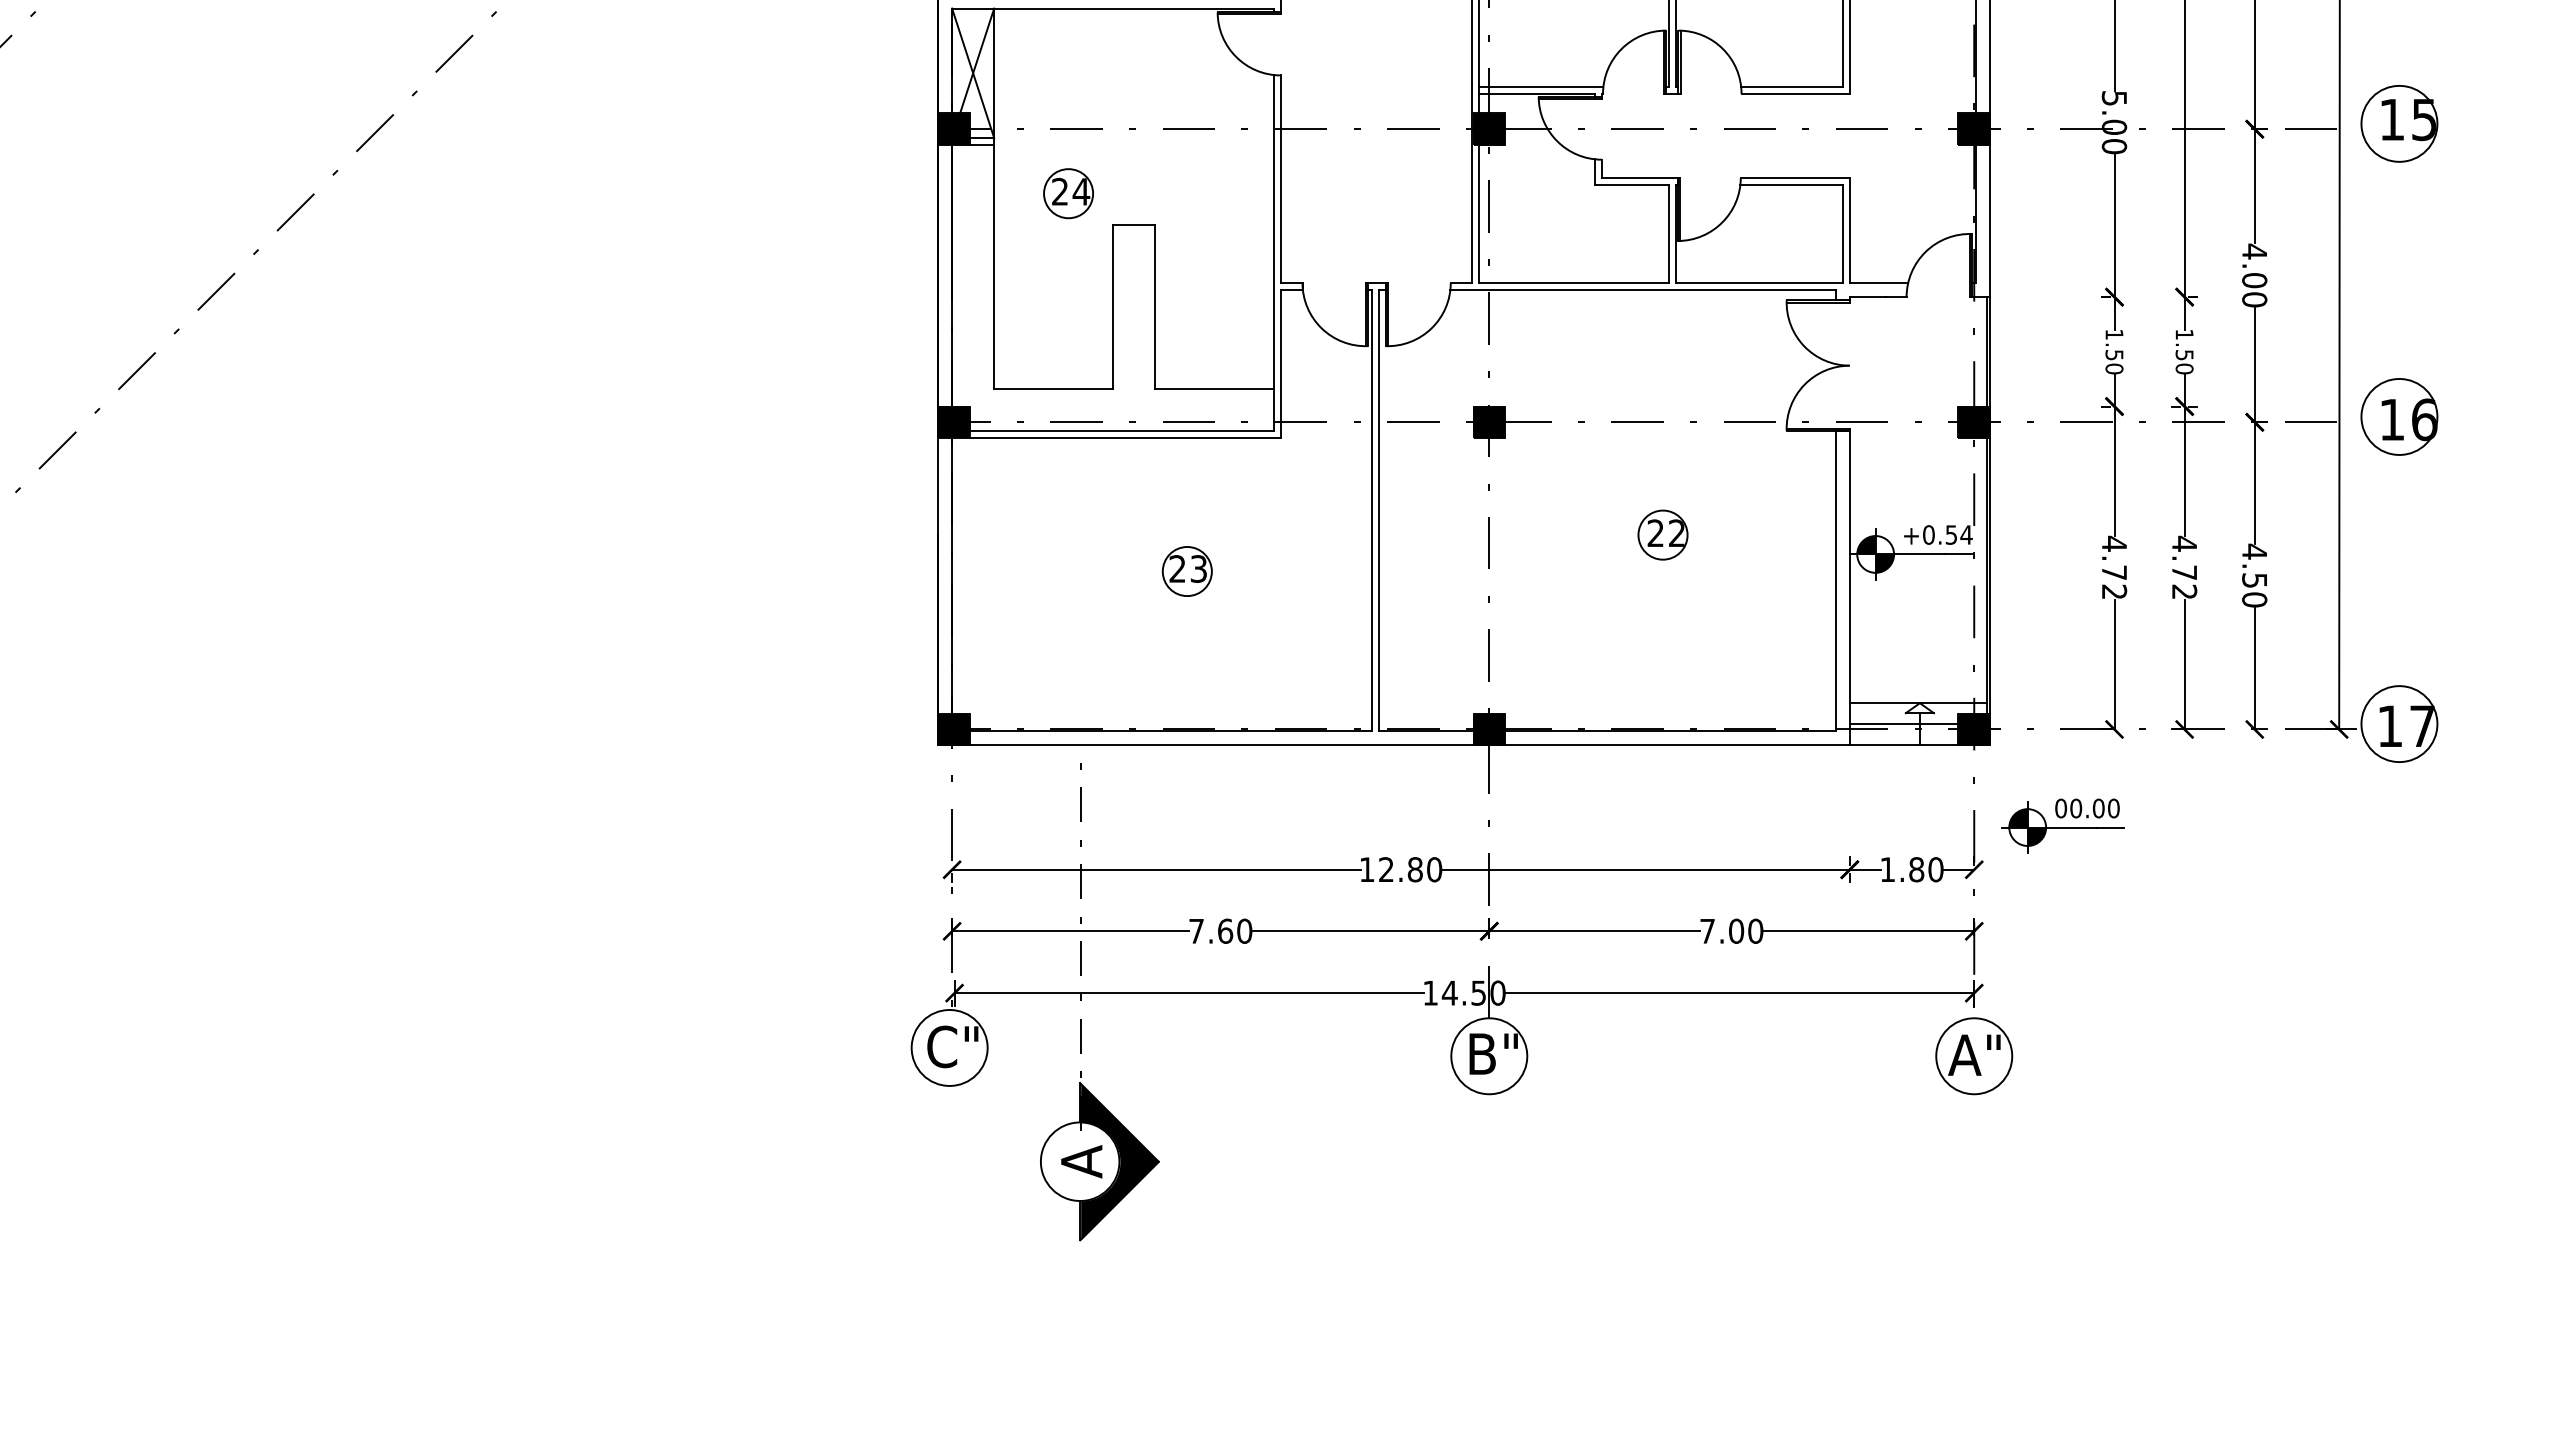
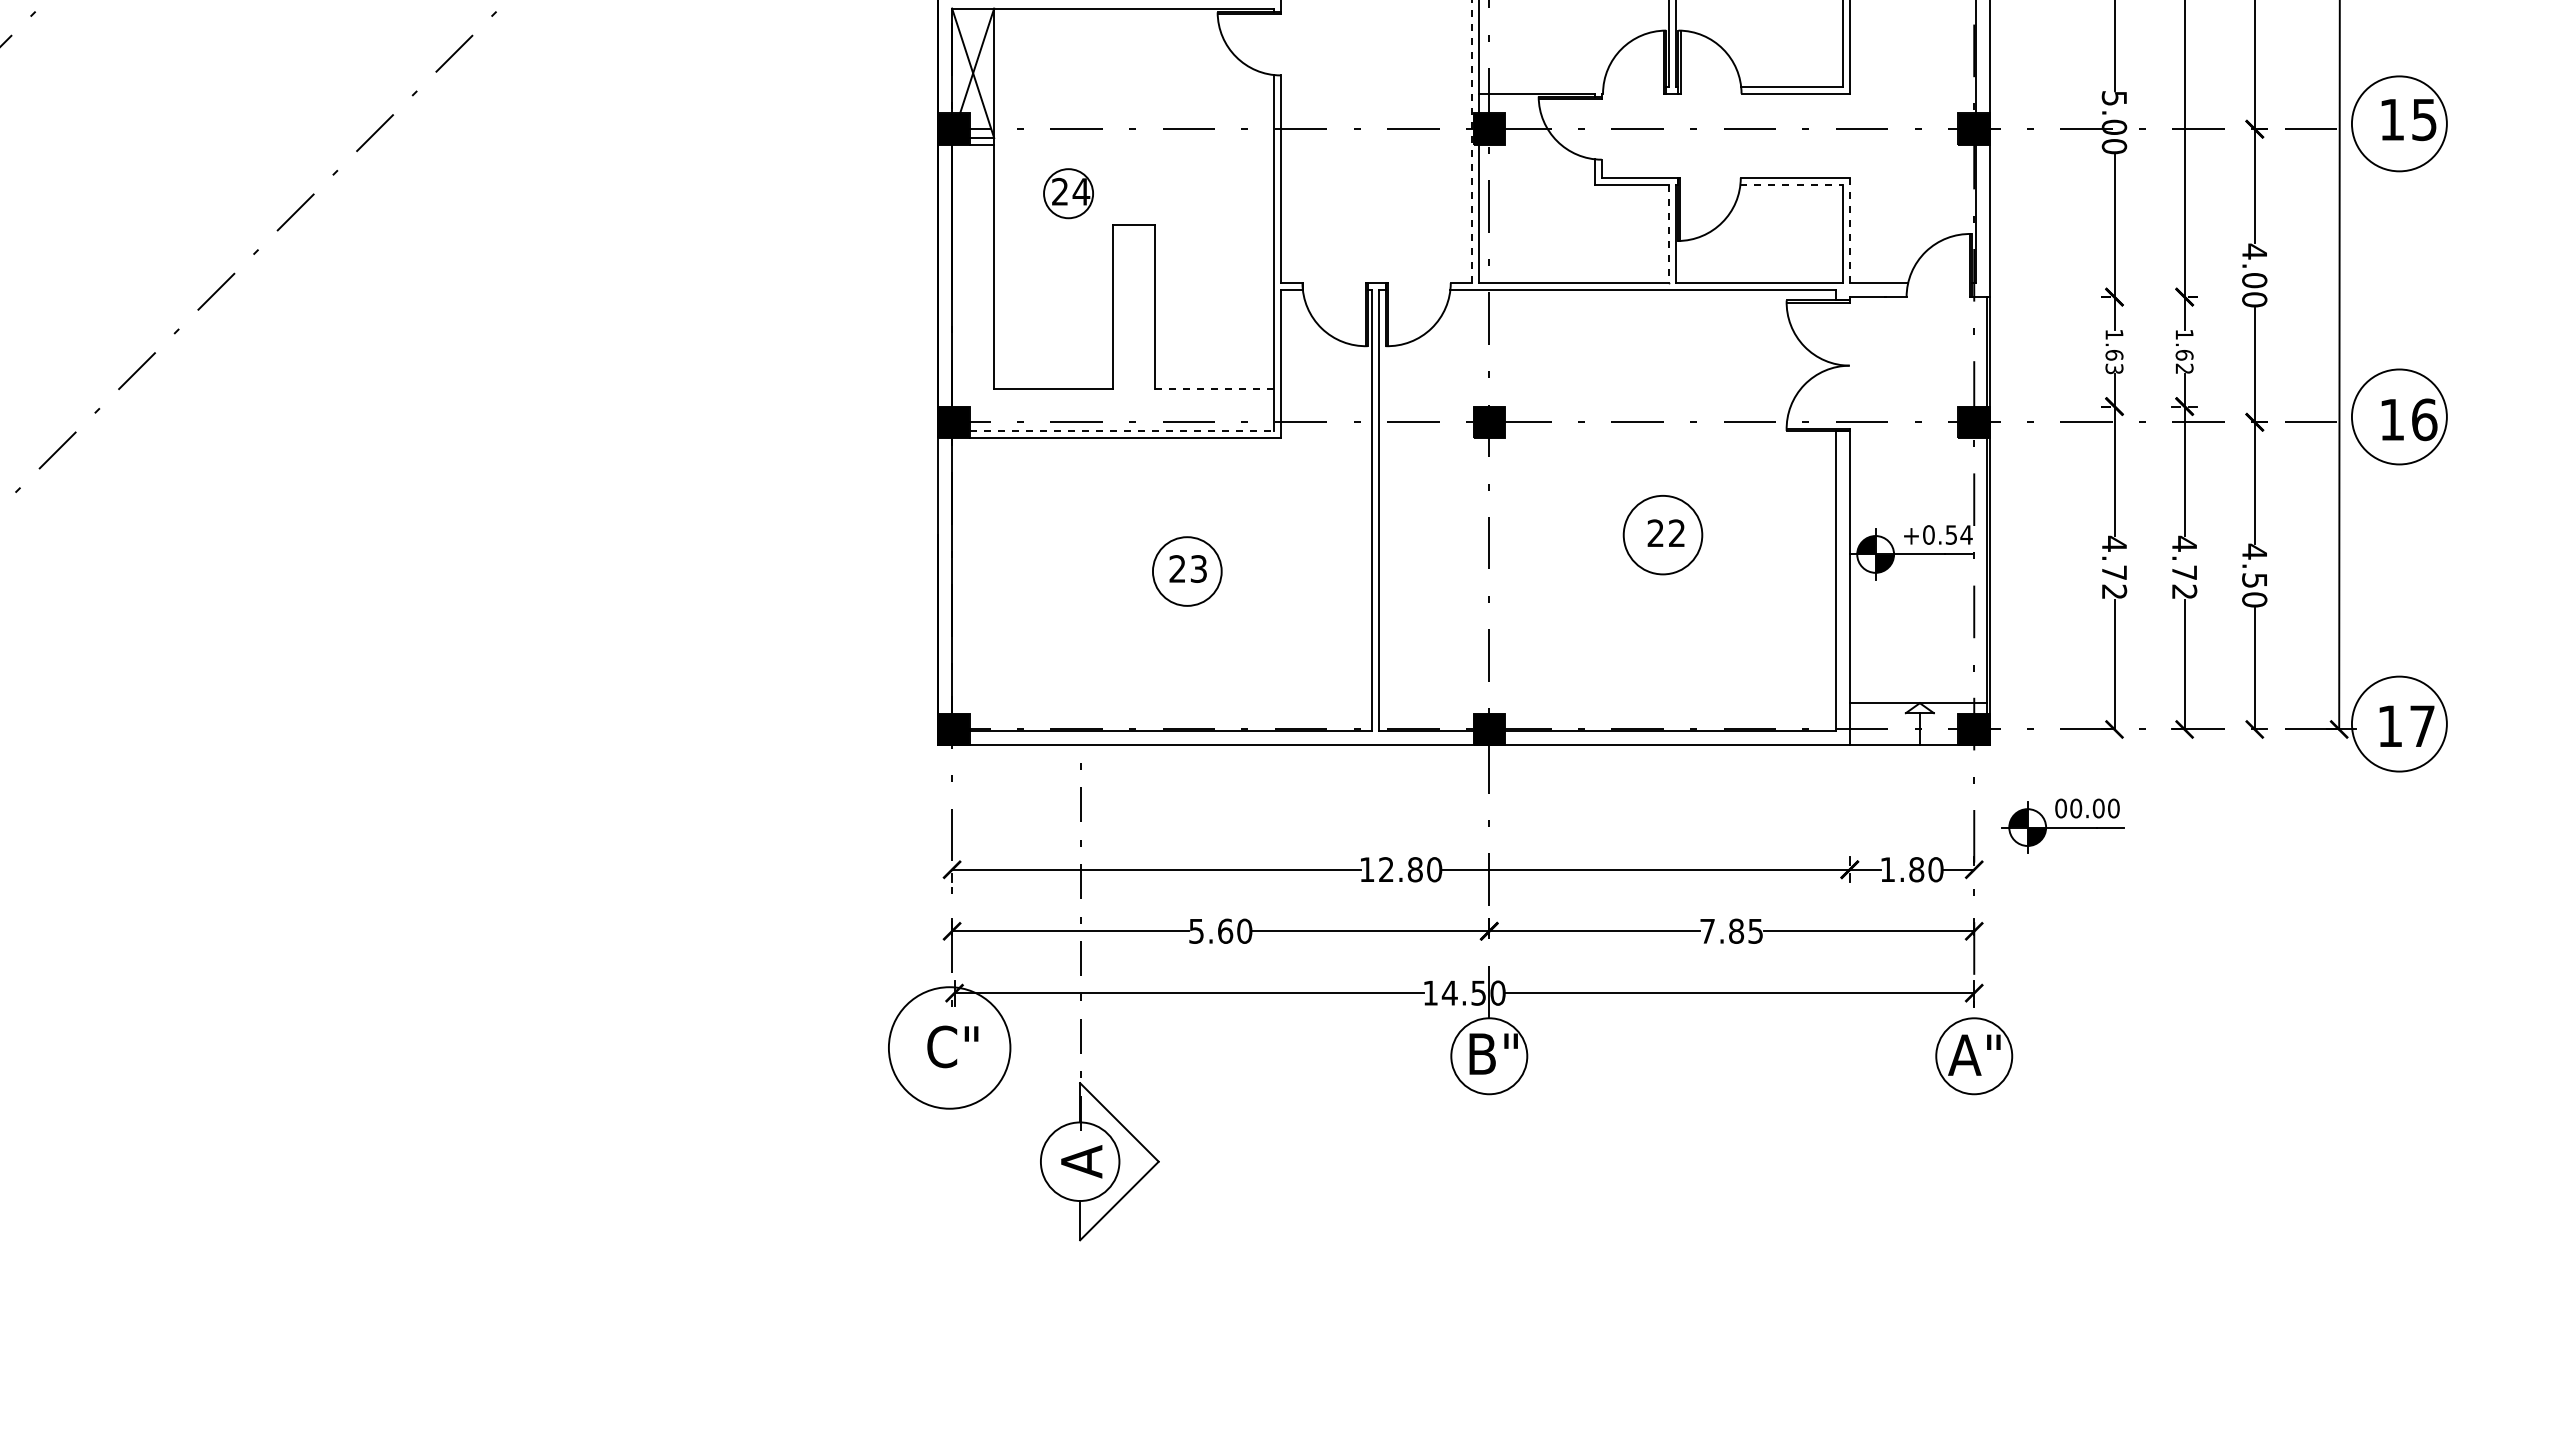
line at (1540, 86): present -> none
circle at (2399, 123) diameter: 76 px -> 95 px
line at (1471, 141): solid -> dashed
line at (1792, 184): solid -> dashed
line at (1849, 230): solid -> dashed
line at (1669, 234): solid -> dashed
text at (2114, 362): 1.50 -> 1.63
text at (2184, 362): 1.50 -> 1.62
line at (1214, 389): solid -> dashed
circle at (2399, 416) diameter: 76 px -> 95 px
line at (1122, 431): solid -> dashed
circle at (1662, 534) diameter: 49 px -> 79 px
circle at (1186, 571) diameter: 49 px -> 69 px
line at (1903, 724): present -> none
circle at (2399, 724) diameter: 76 px -> 95 px
text at (1746, 930): 7.00 -> 7.85
text at (1196, 931): 7.60 -> 5.60
circle at (949, 1047) diameter: 76 px -> 122 px
fill at (1120, 1161): present -> none
